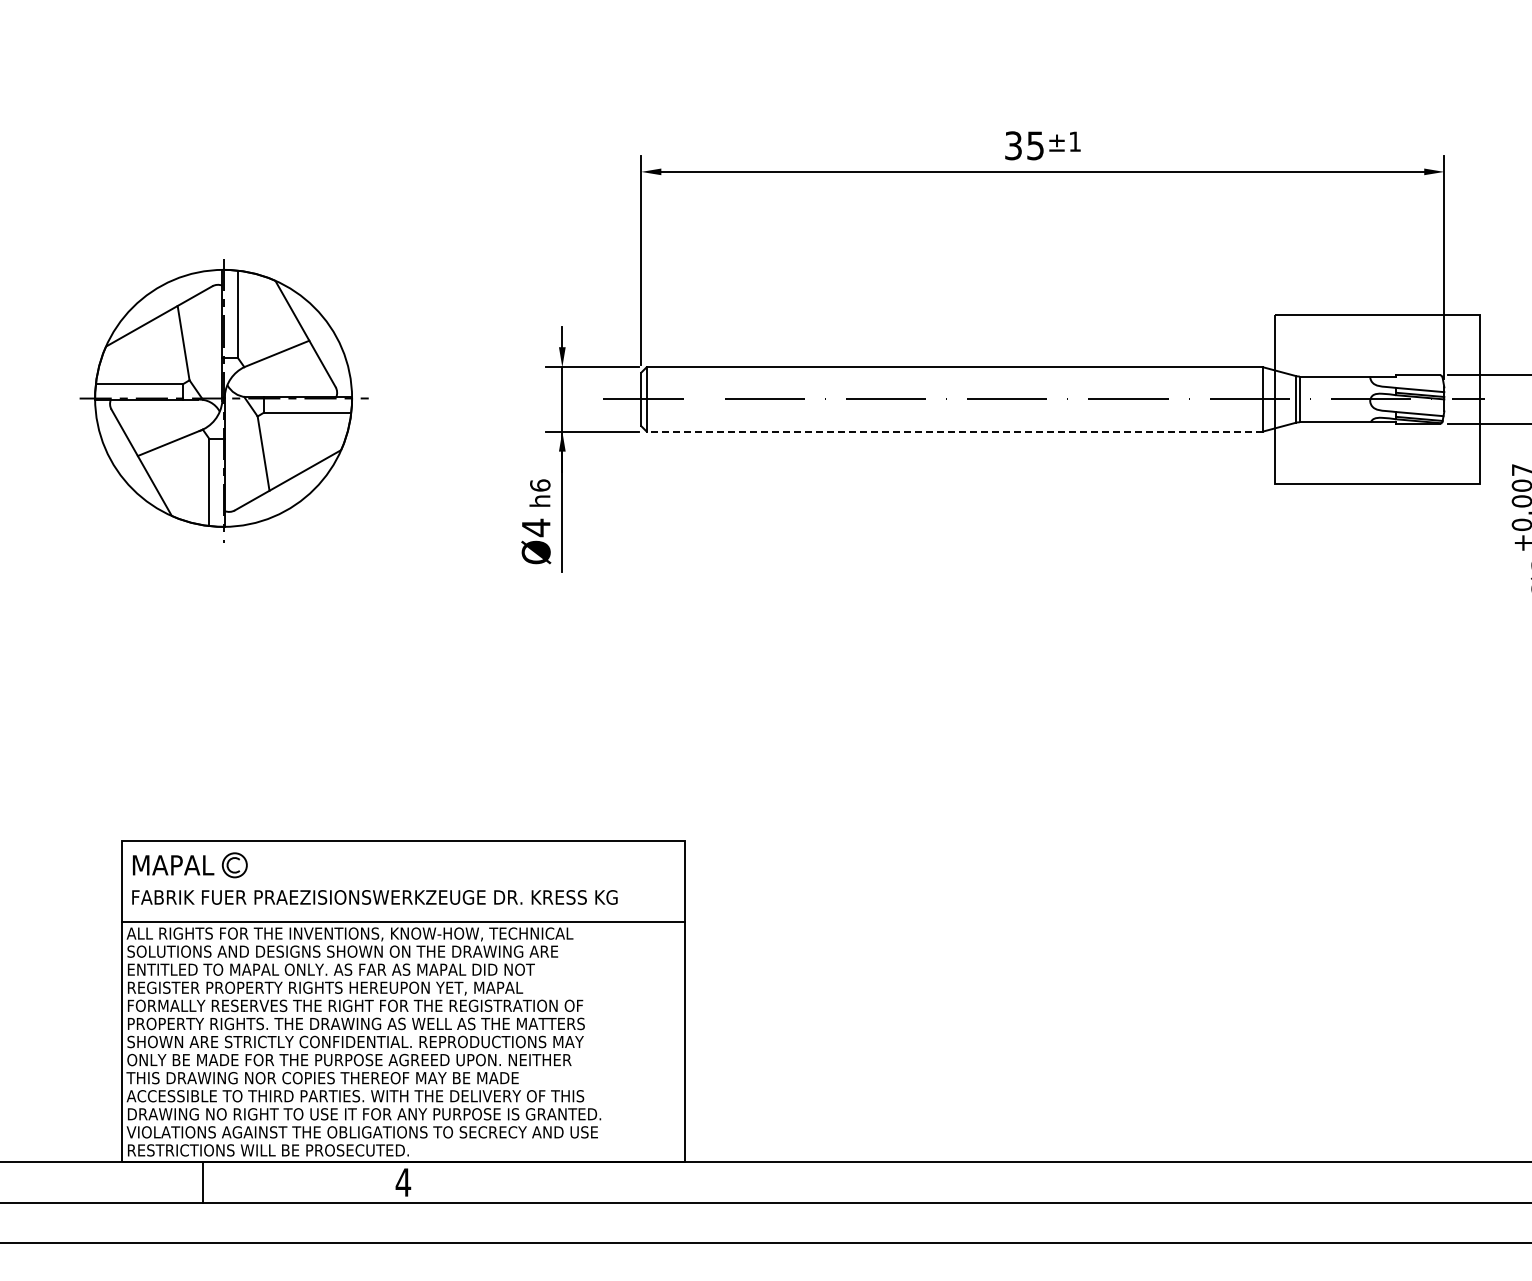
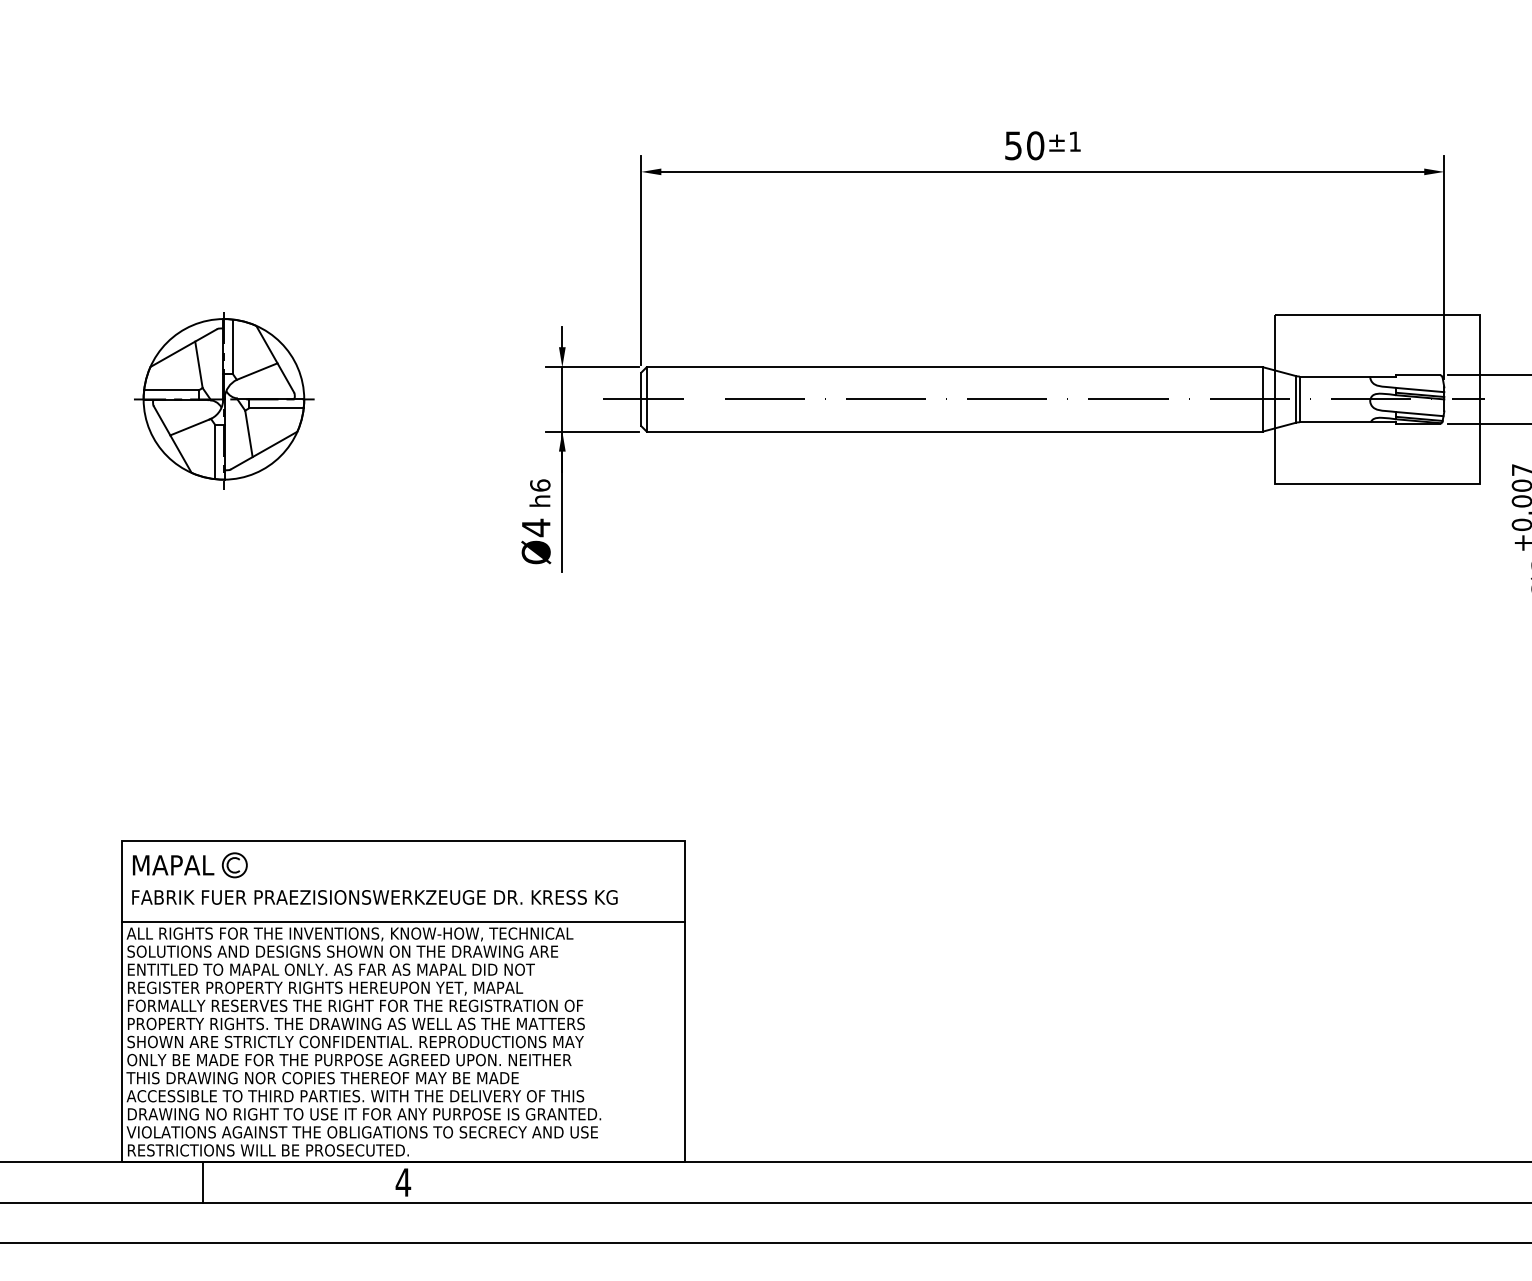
text at (1024, 145): 35 -> 50
part at (223, 400) size: 290x284 px -> 181x178 px
line at (954, 431): dashed -> solid
